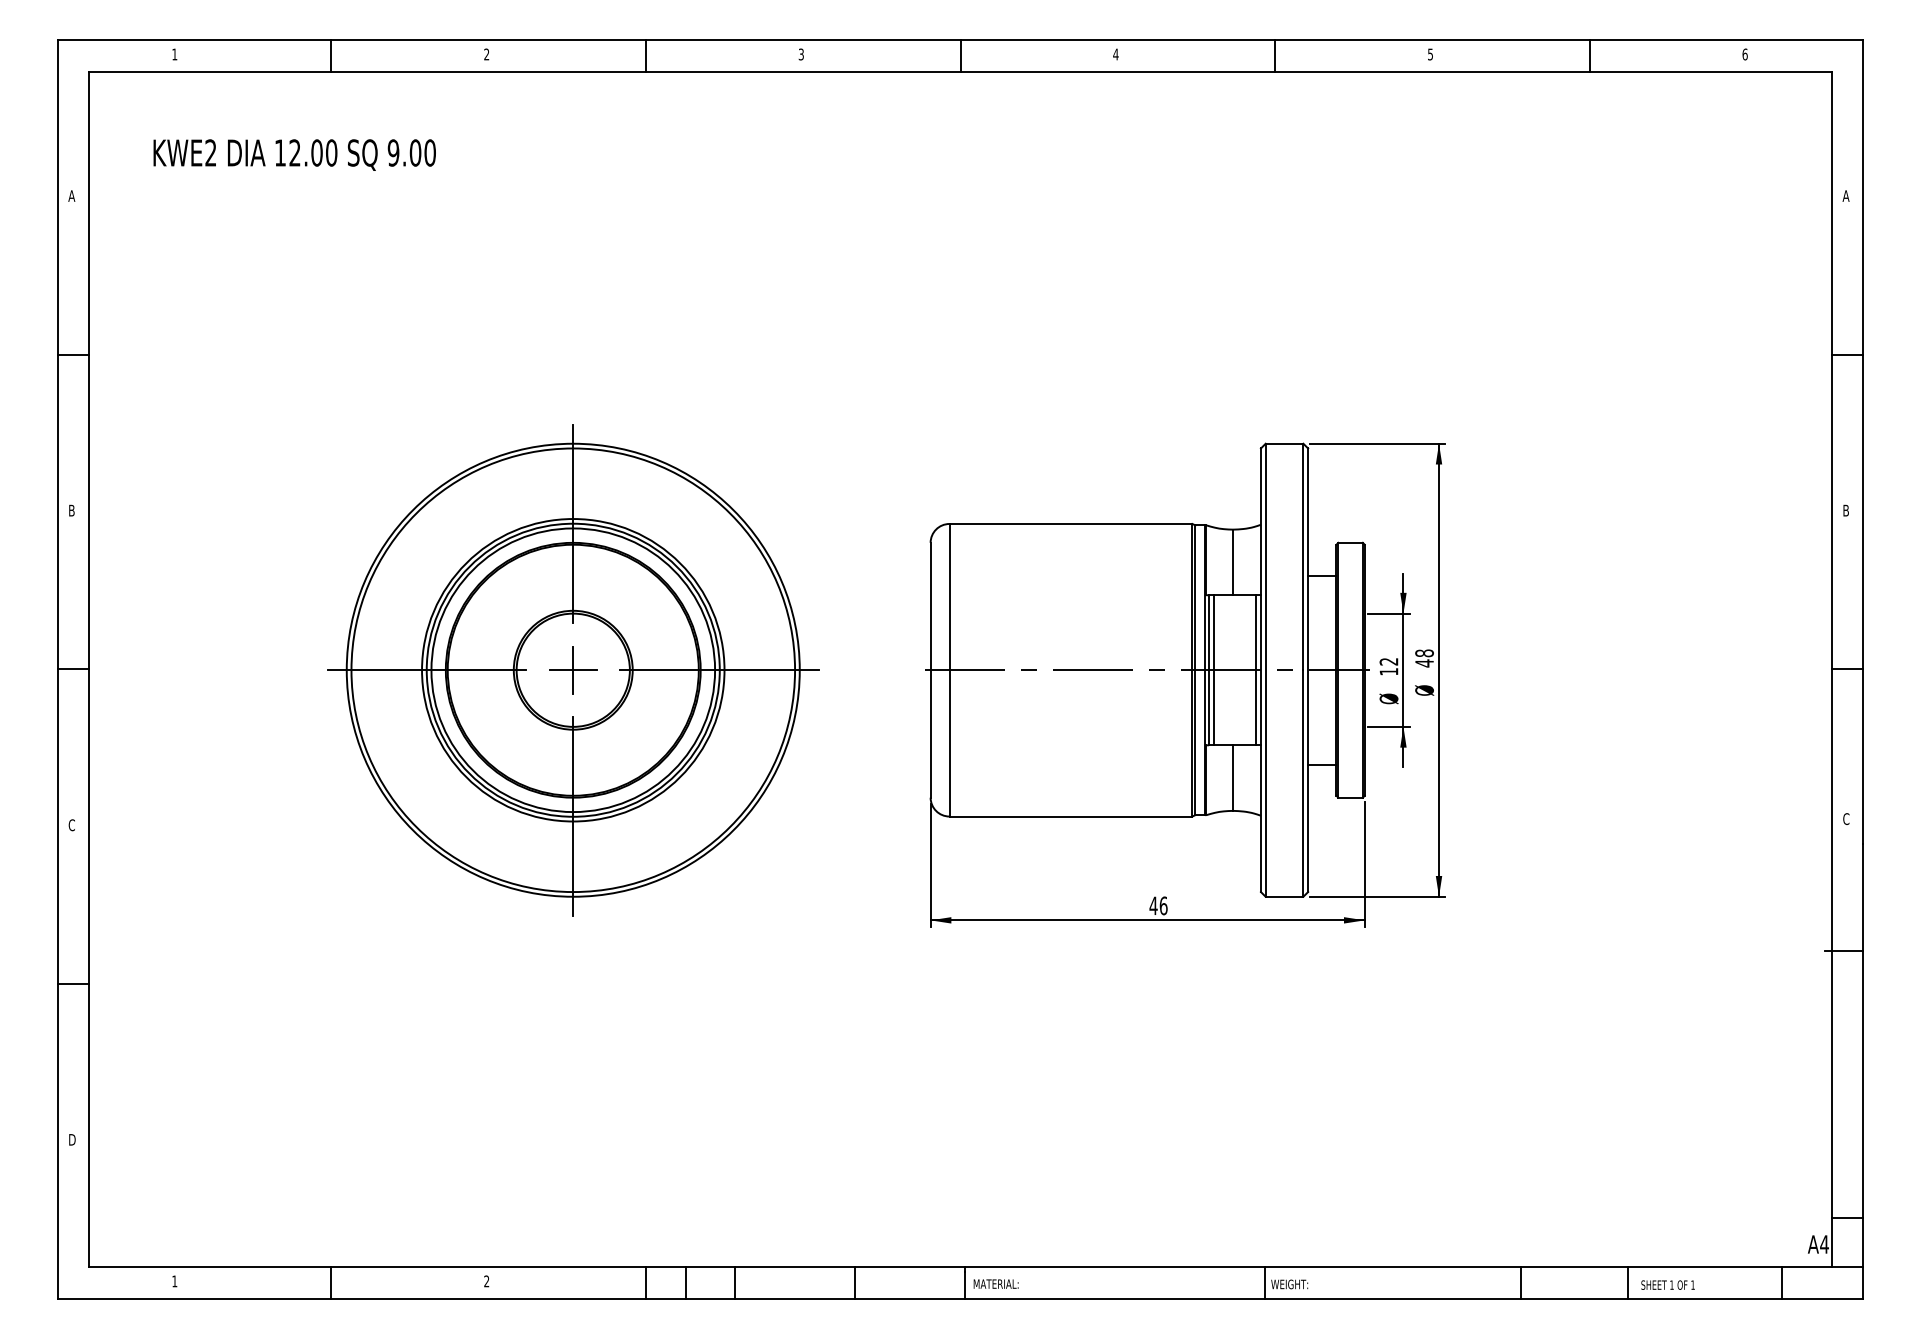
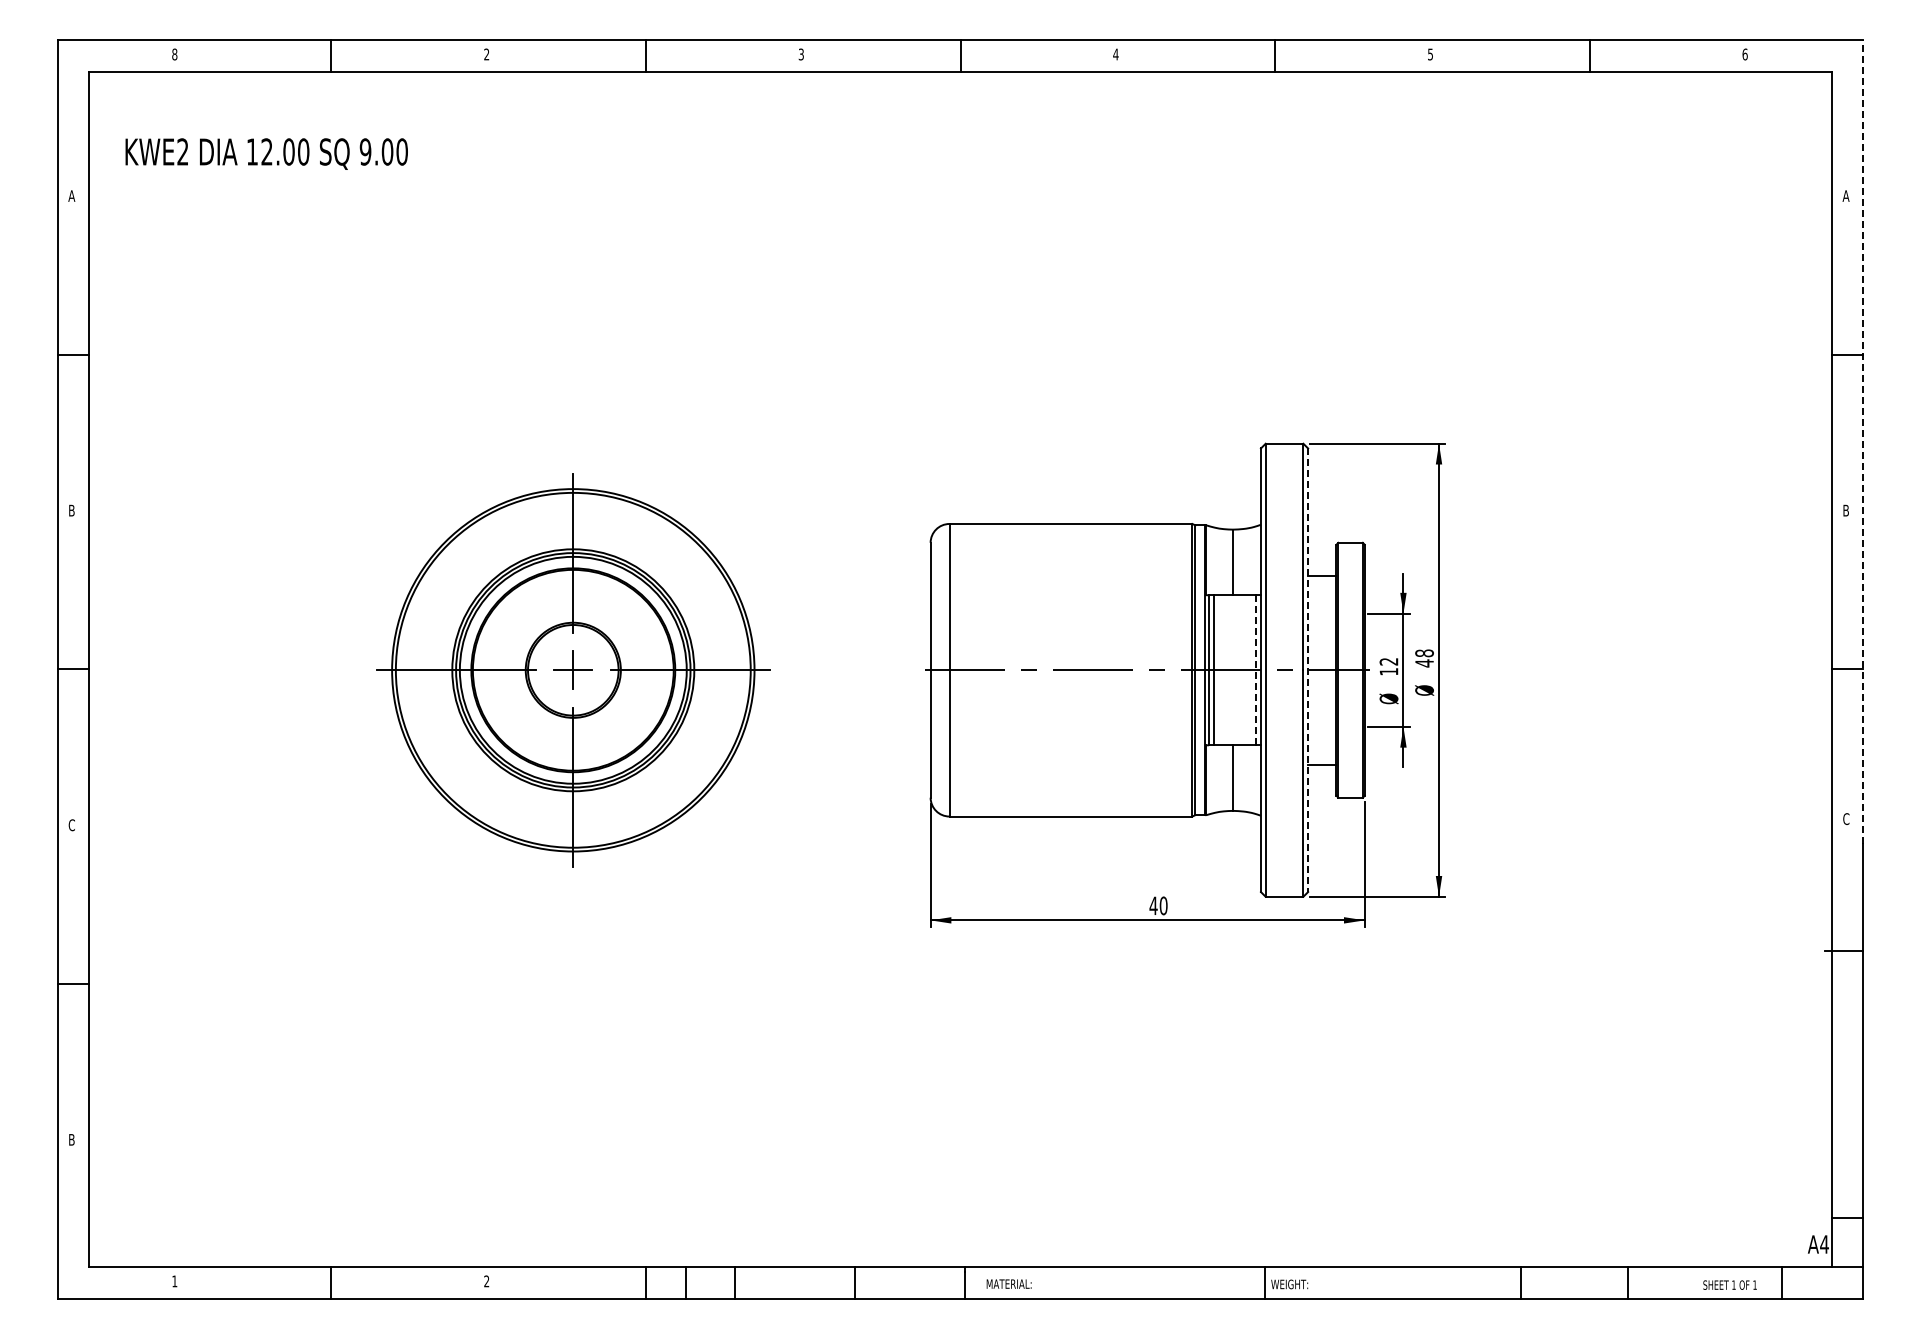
text at (174, 54): 1 -> 8
text at (294, 154) position: (294, 154) -> (266, 153)
line at (1863, 442): solid -> dashed
part at (573, 670) size: 493x493 px -> 395x395 px
line at (1256, 670): solid -> dashed
line at (1308, 670): solid -> dashed
text at (1163, 905): 46 -> 40
text at (72, 1139): D -> B
text at (995, 1283) position: (995, 1283) -> (1008, 1283)
text at (1667, 1284) position: (1667, 1284) -> (1729, 1284)
